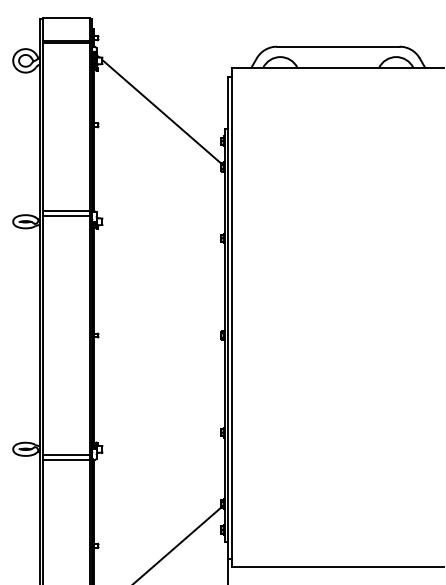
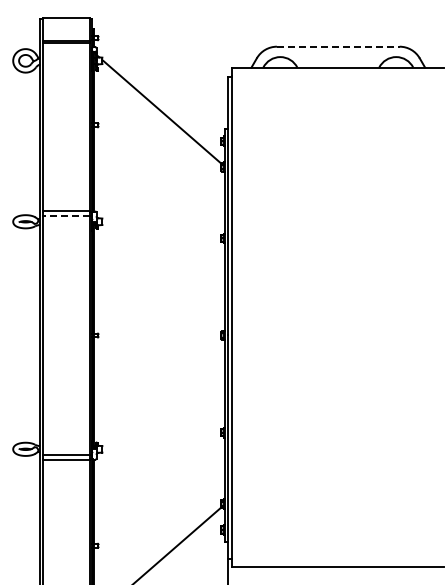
line at (338, 46): solid -> dashed
line at (66, 216): solid -> dashed
